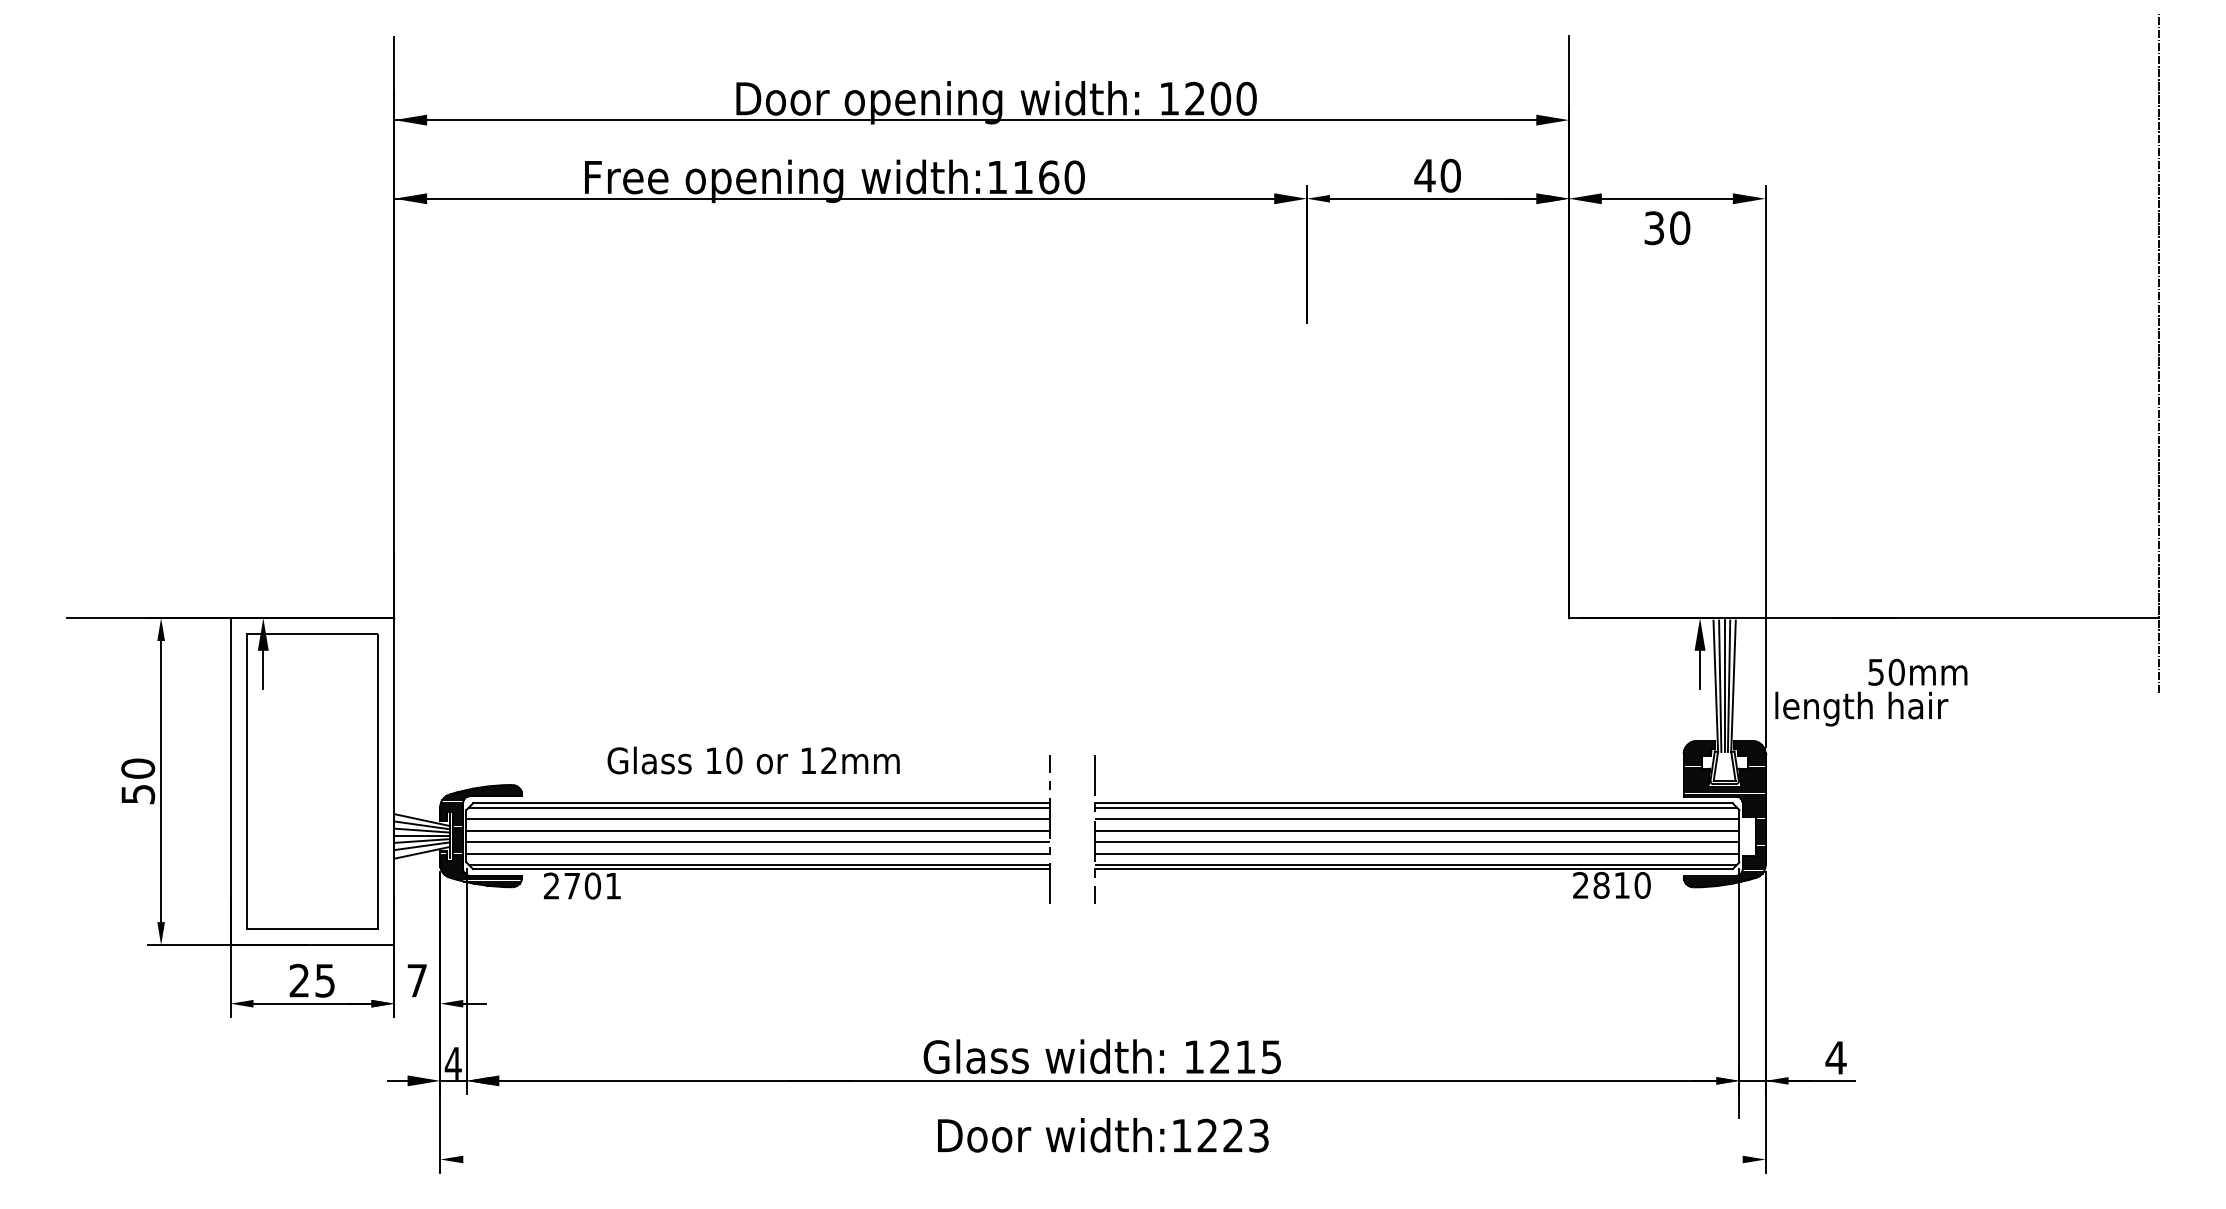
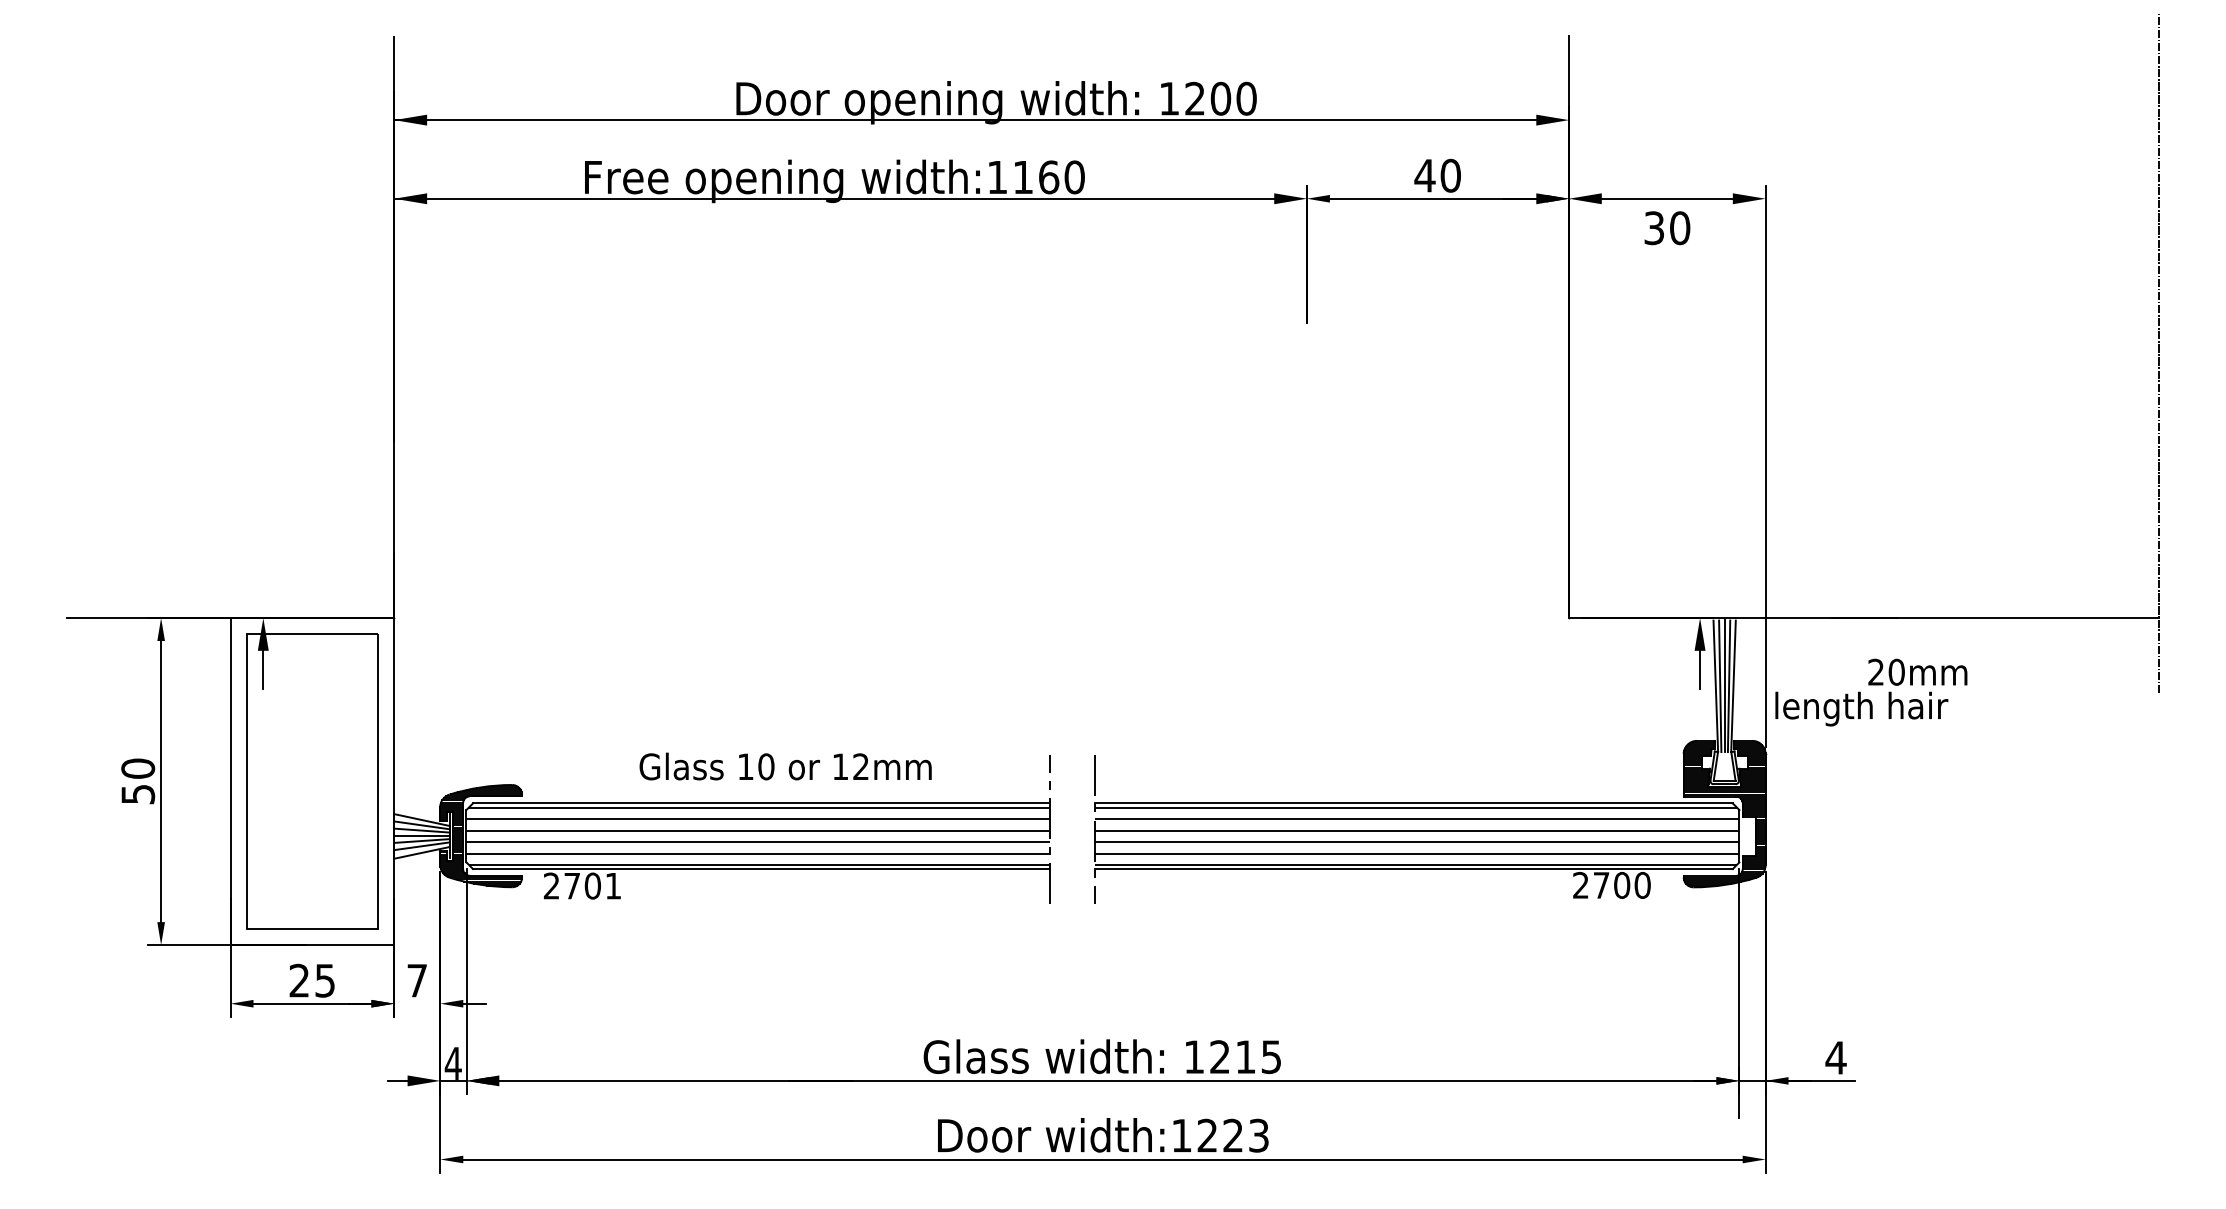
text at (1875, 671): 50mm -> 20mm
text at (753, 760) position: (753, 760) -> (785, 766)
text at (1611, 884): 2810 -> 2700
line at (1102, 1159): none -> present
